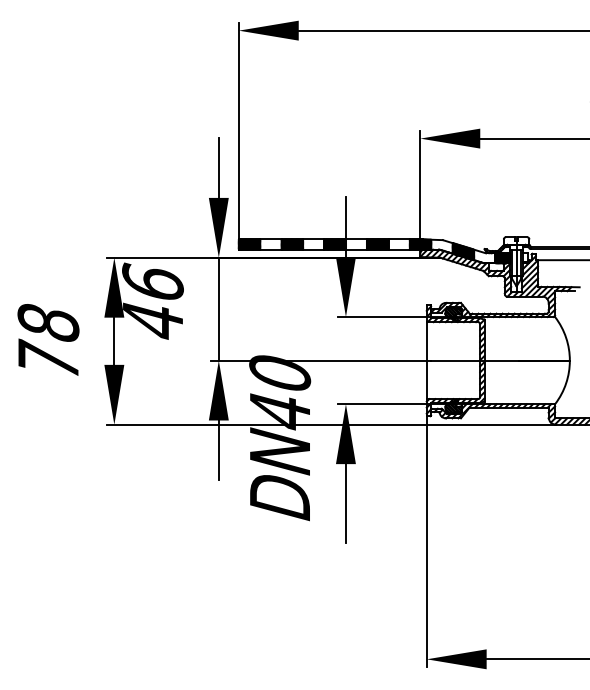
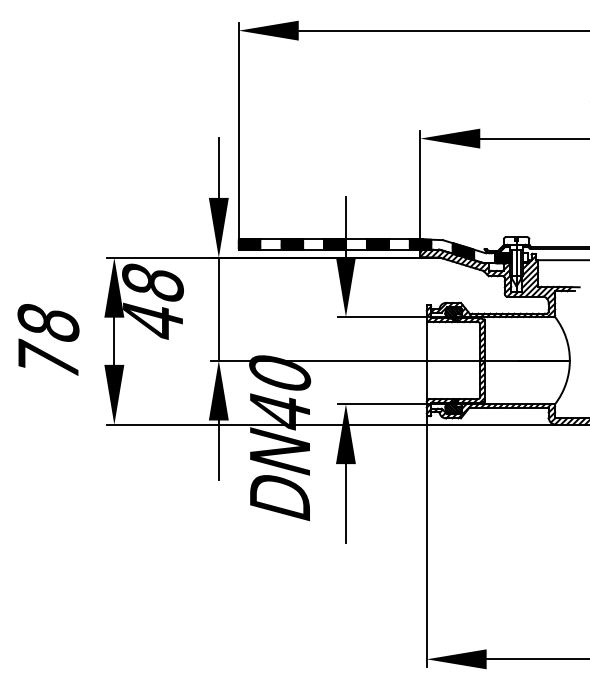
text at (152, 281): 46 -> 48
